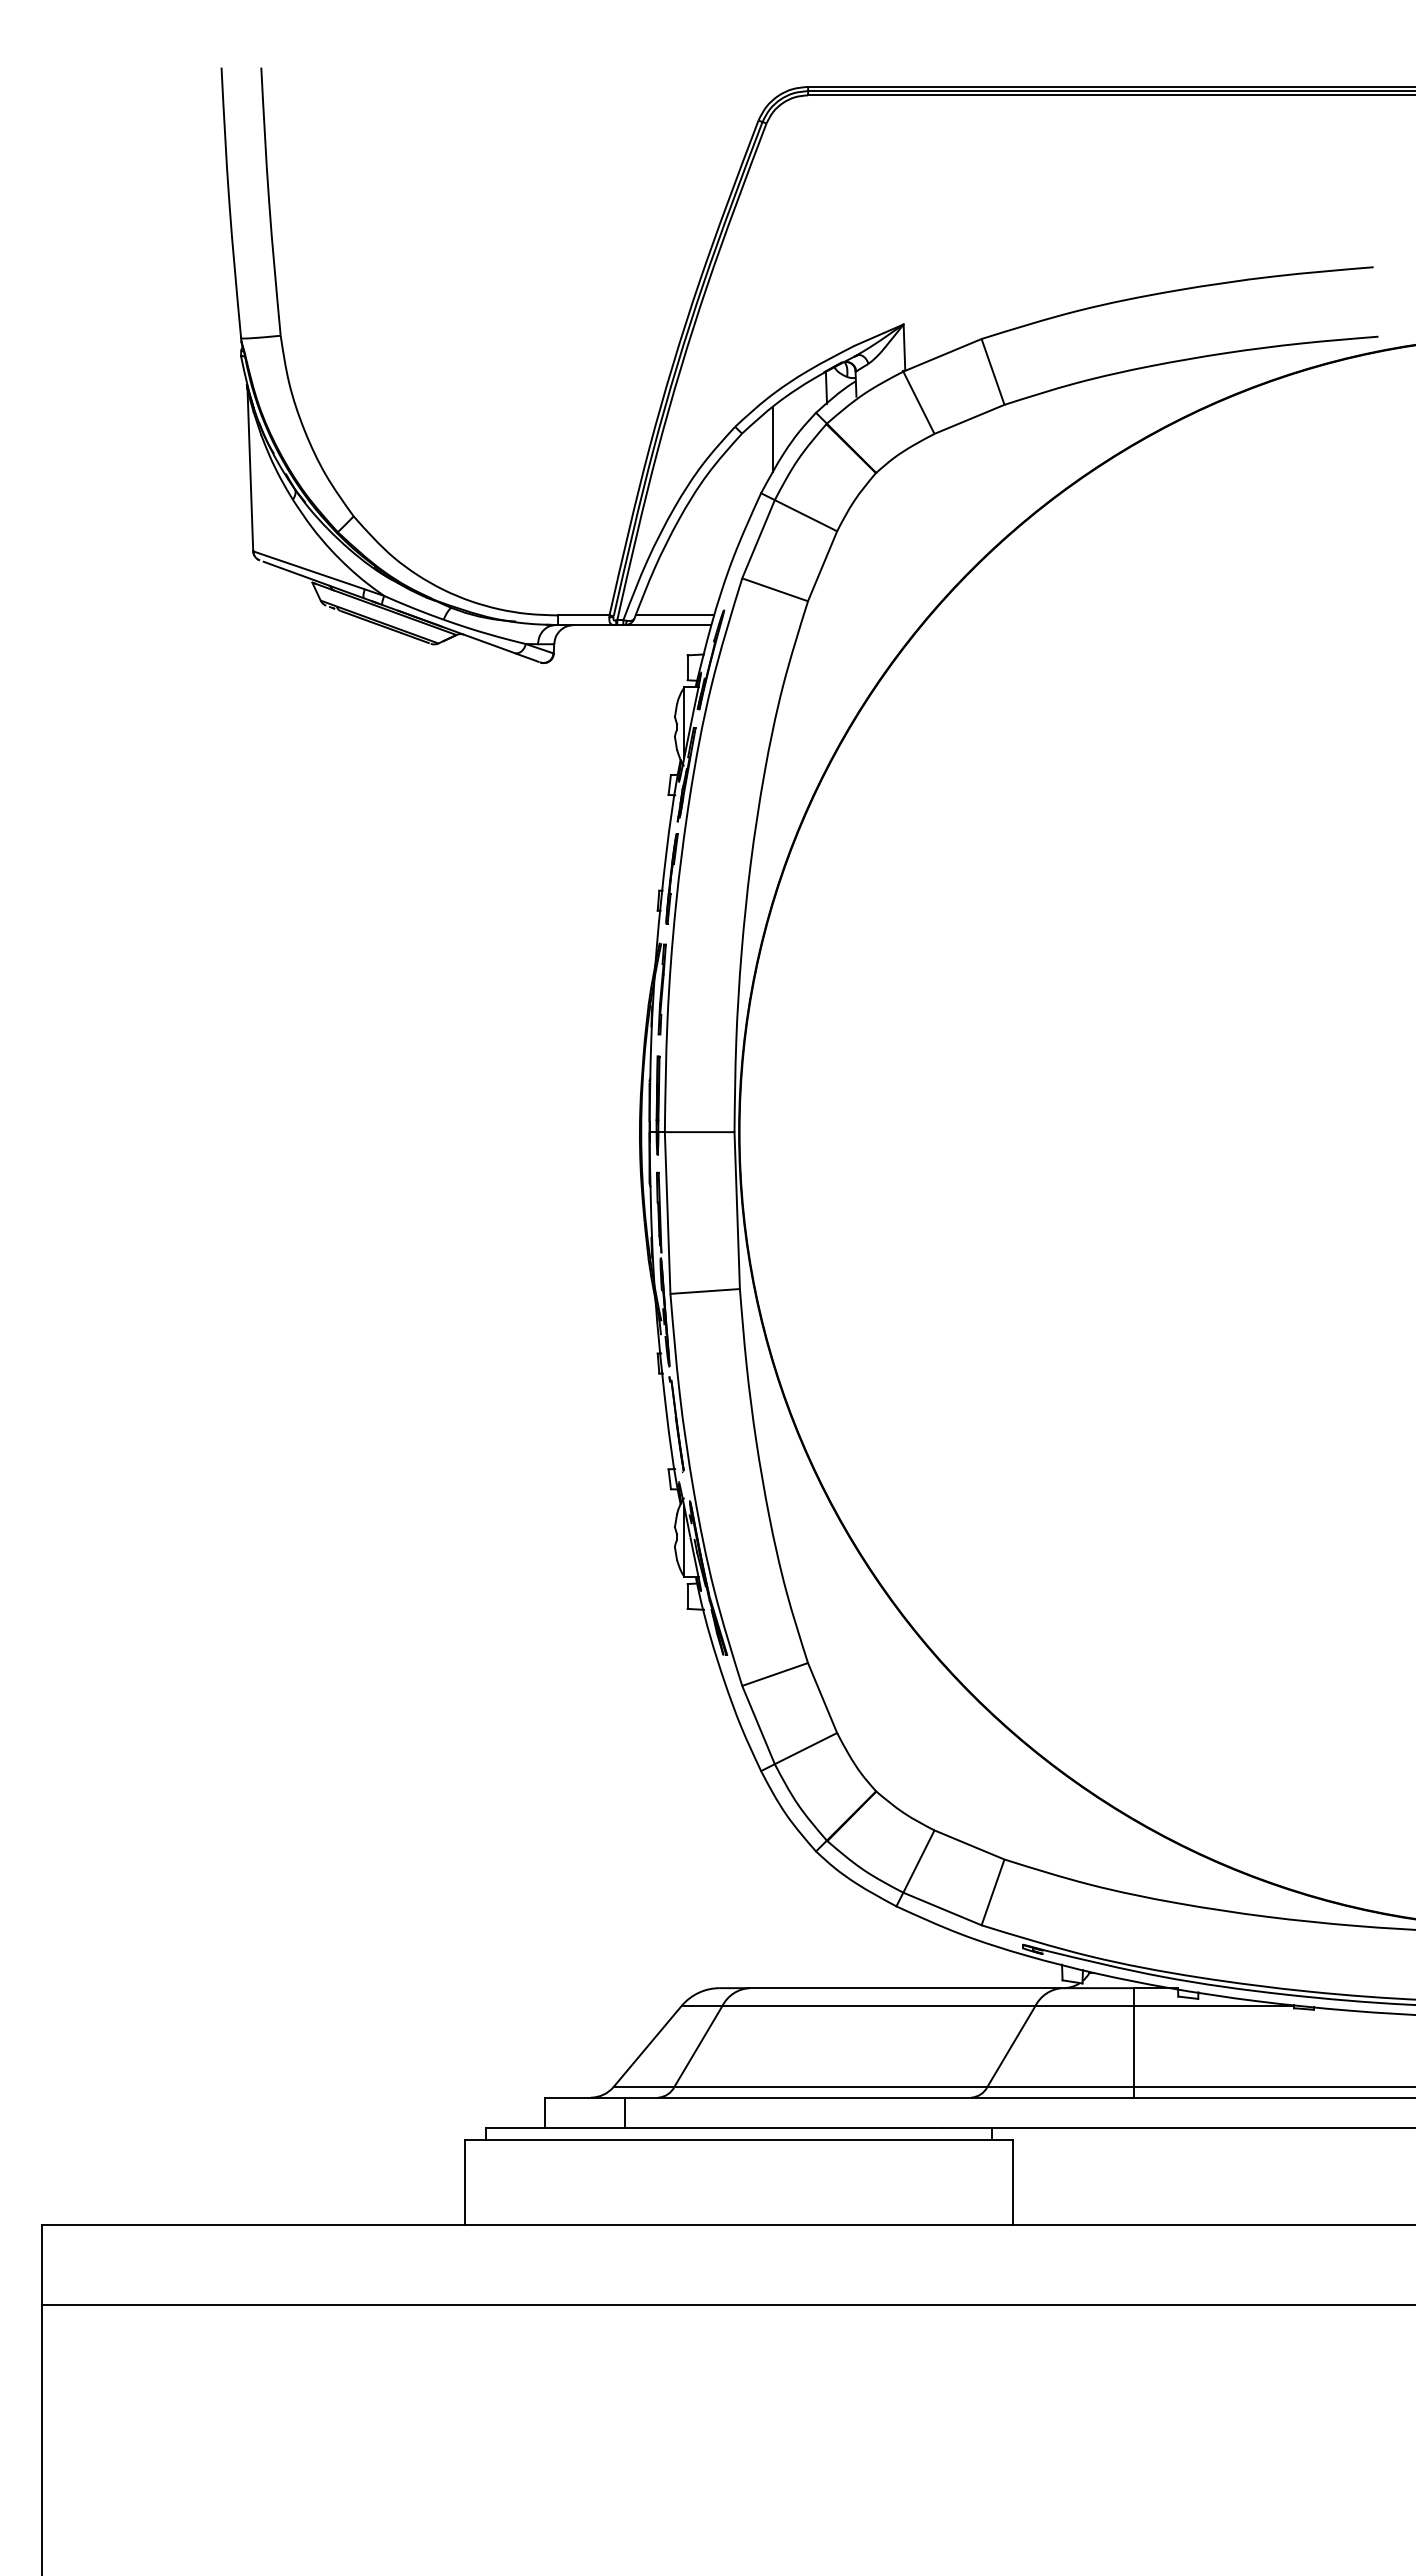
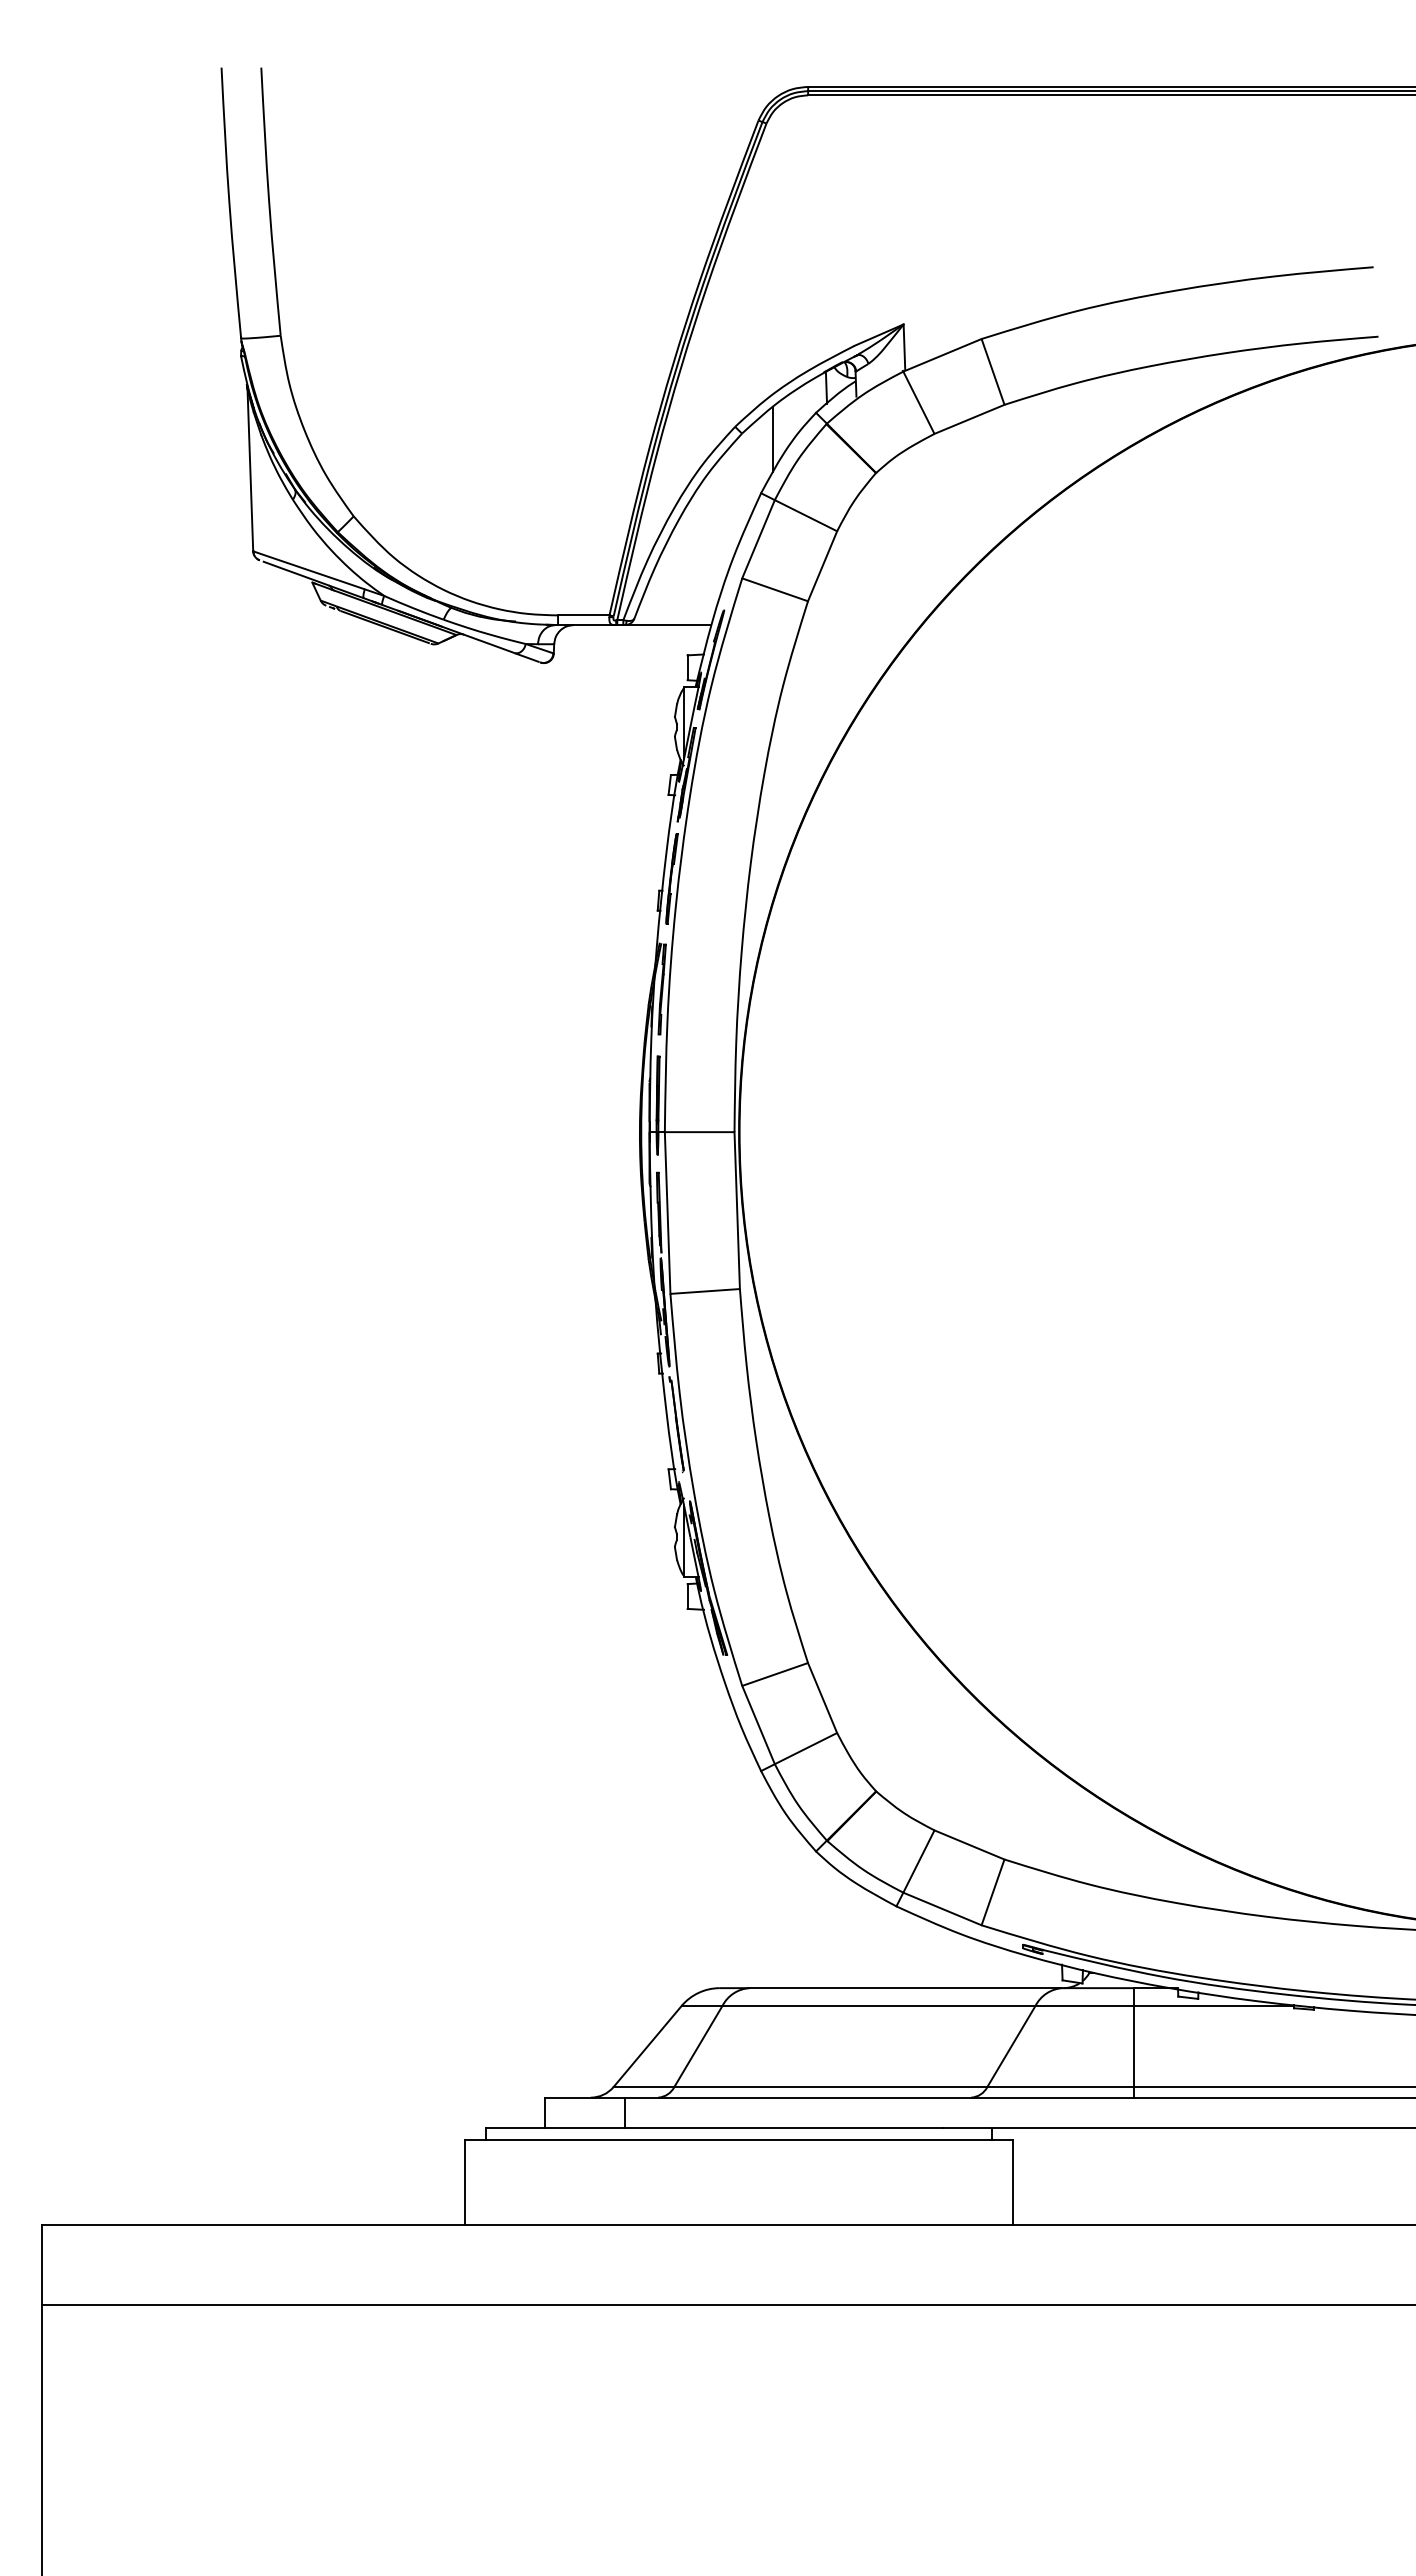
line at (674, 615): present -> none
